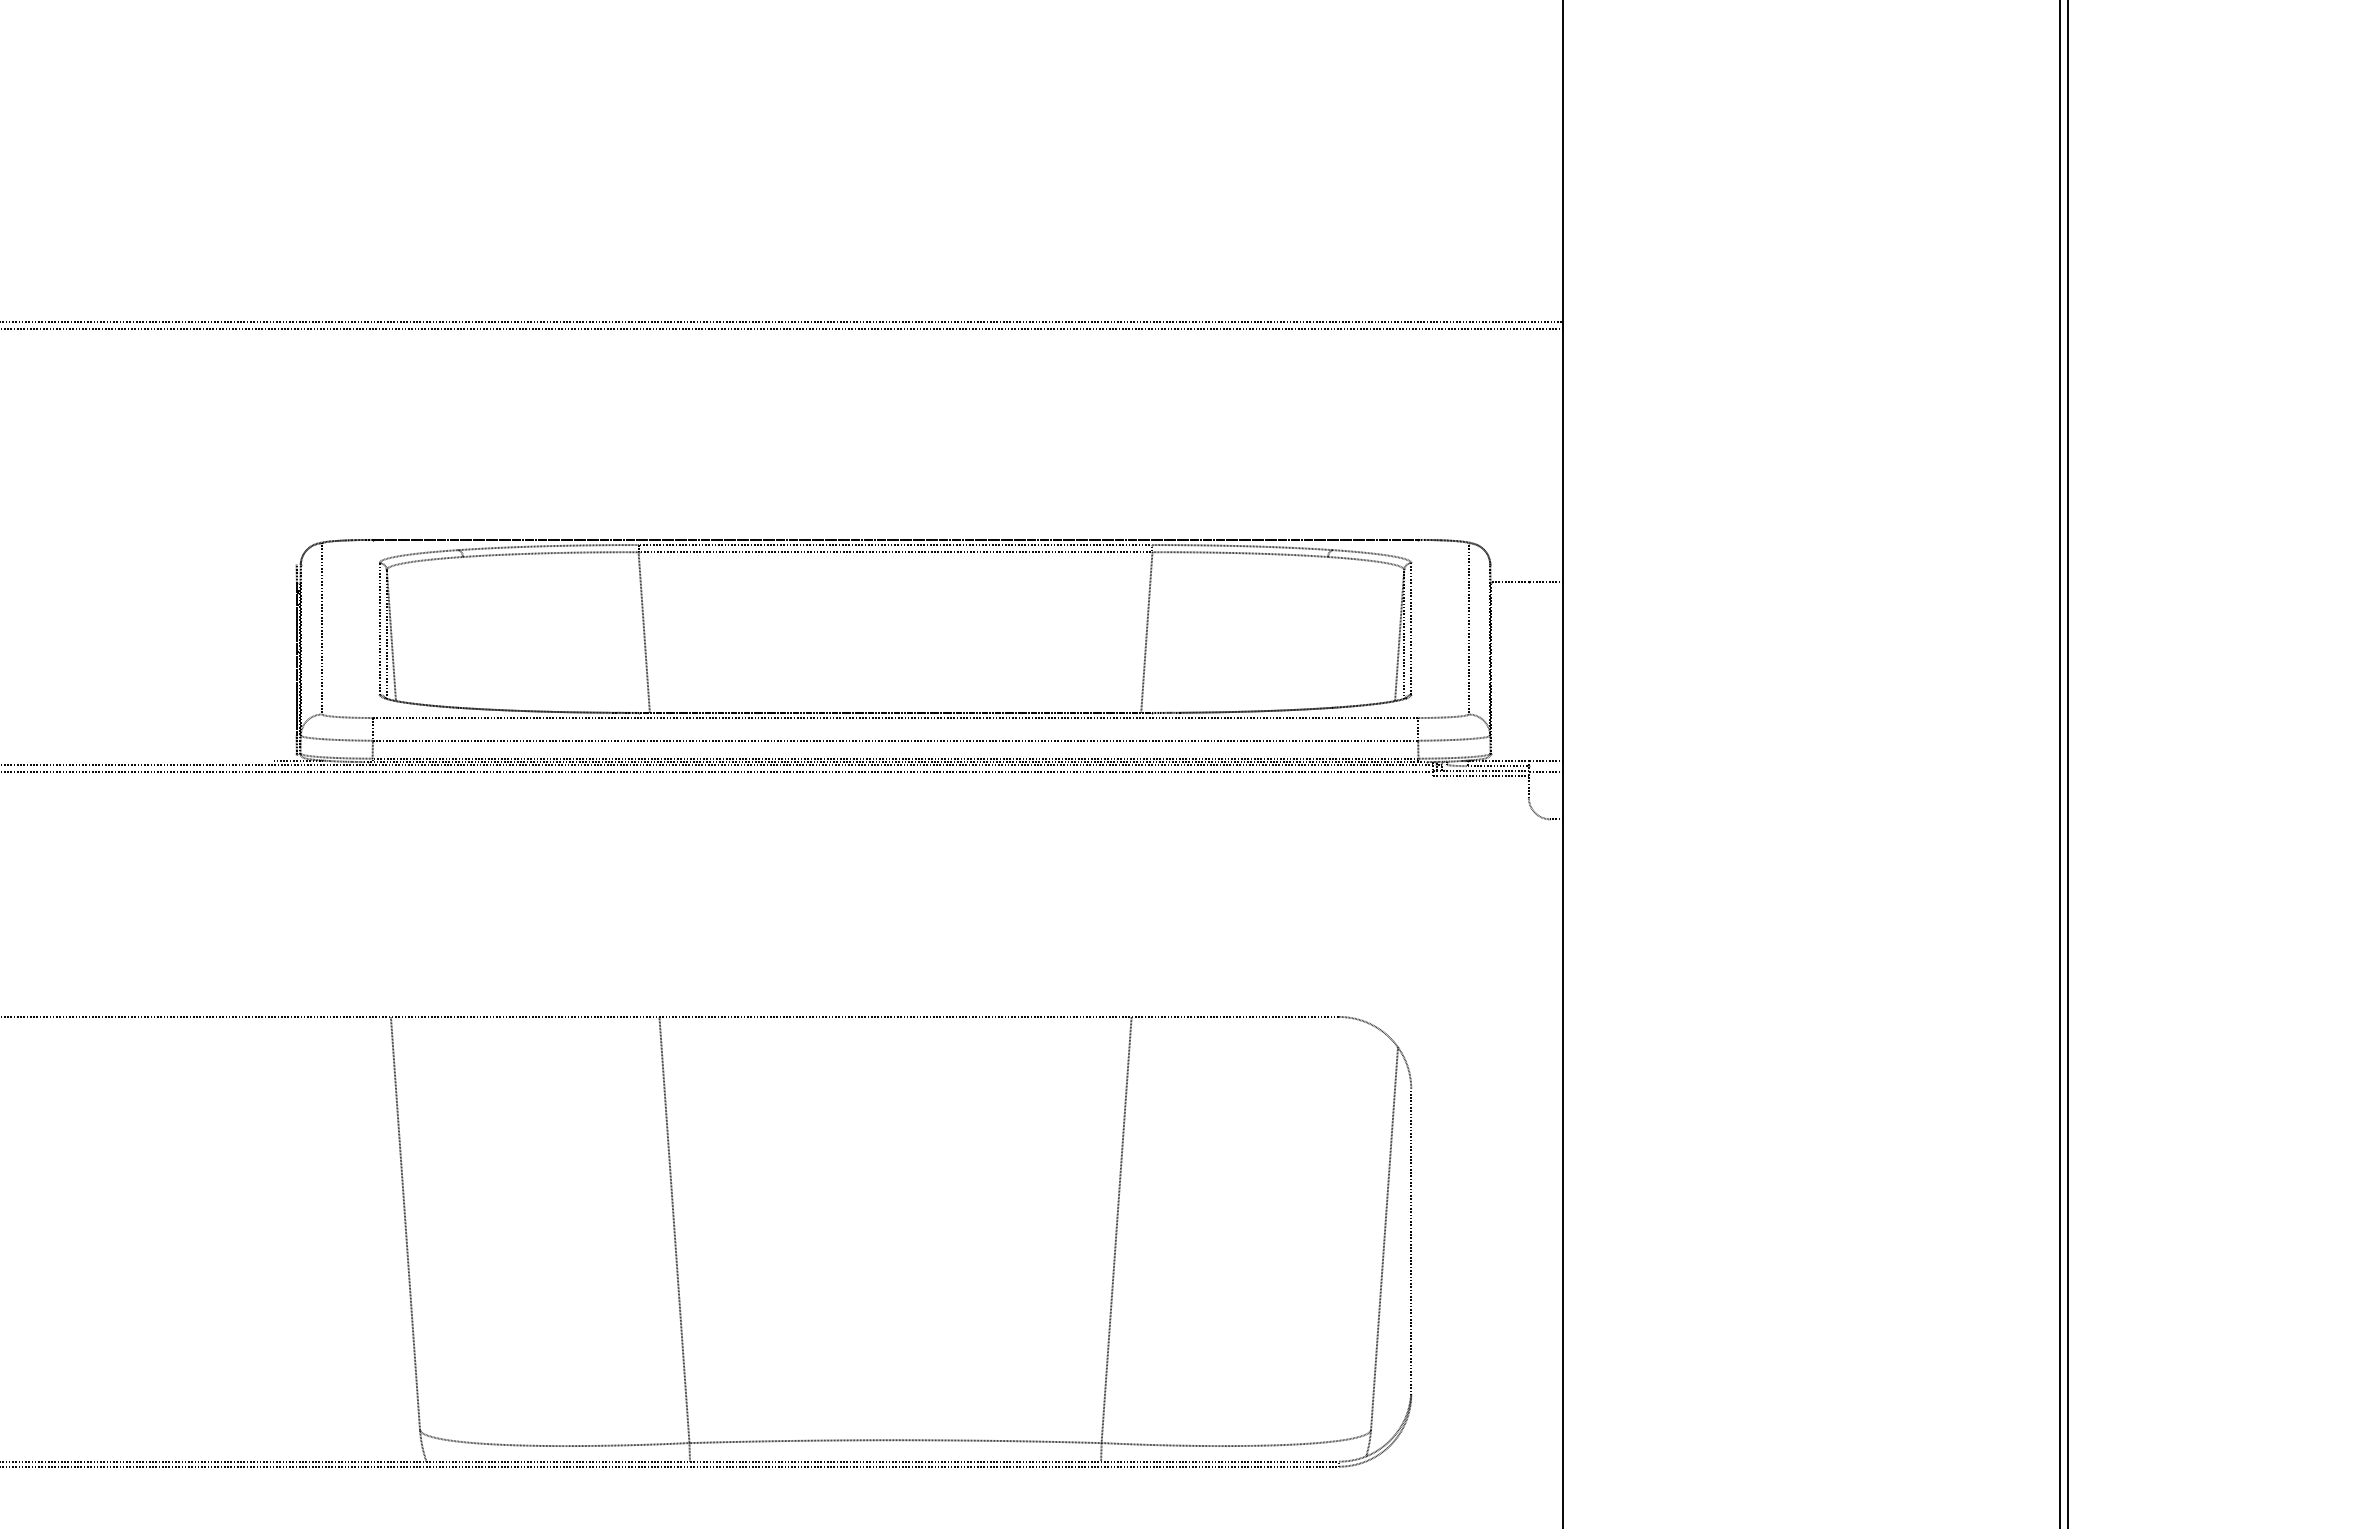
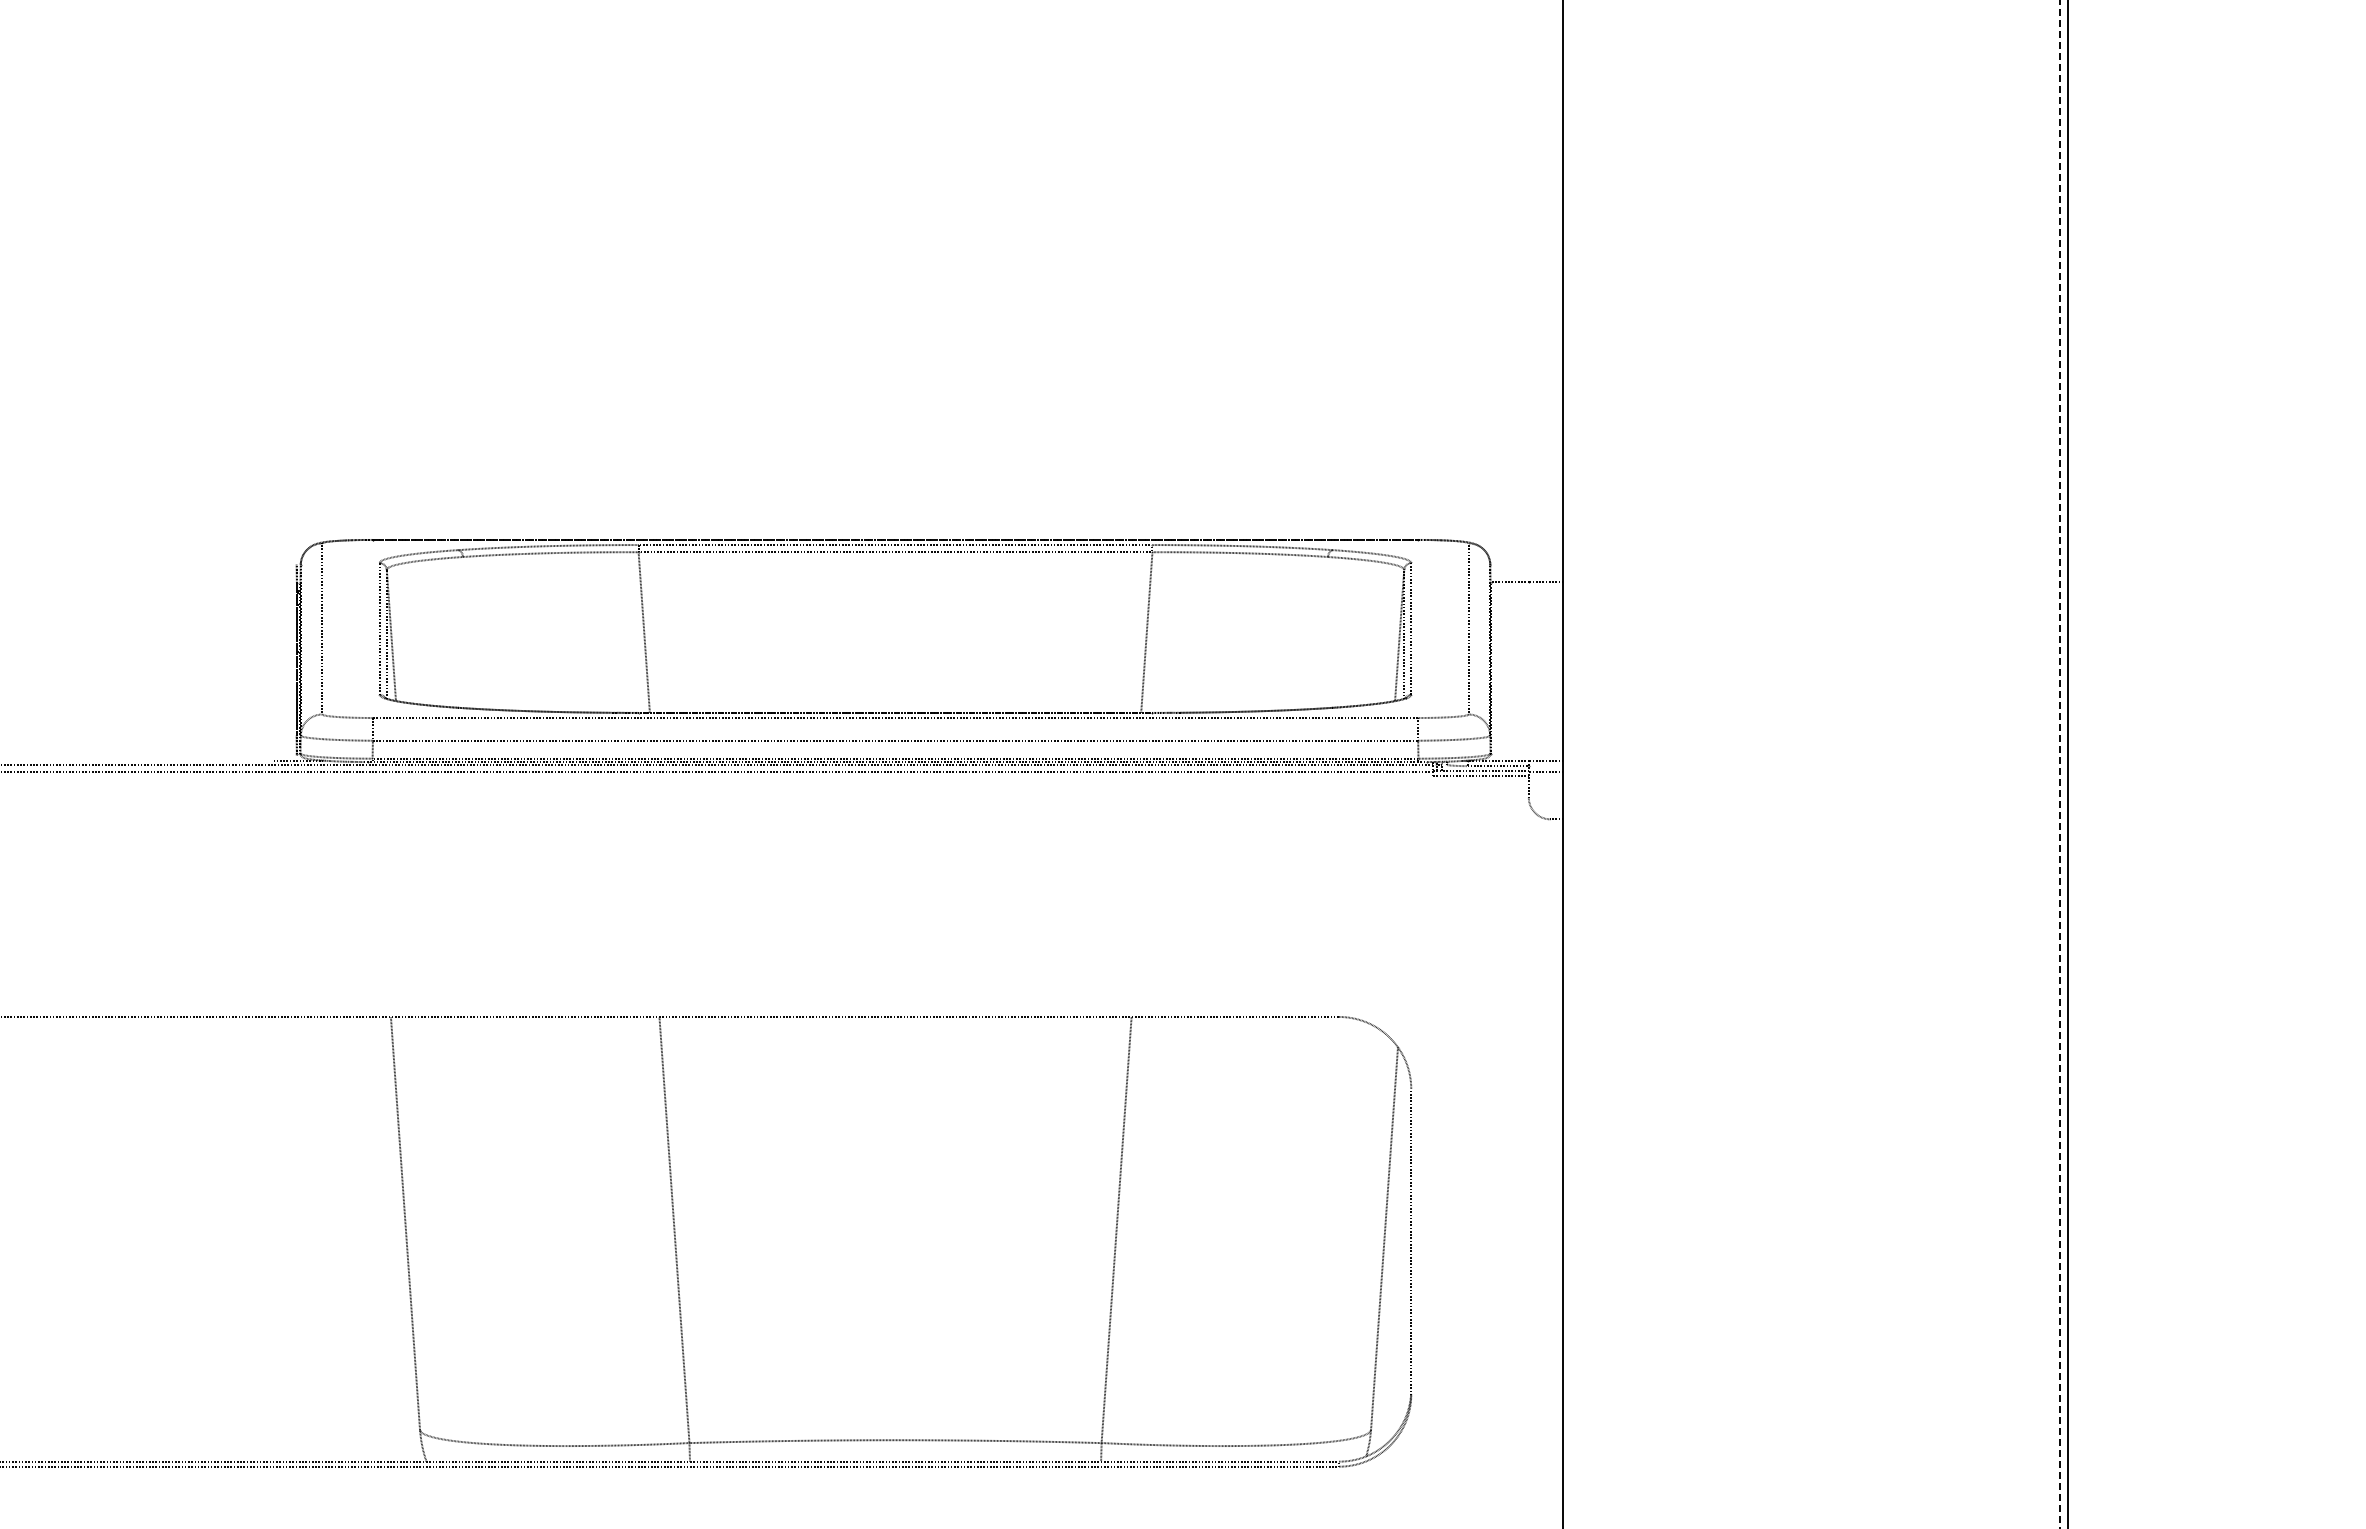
line at (782, 322): present -> none
line at (782, 329): present -> none
line at (2060, 764): solid -> dashed
